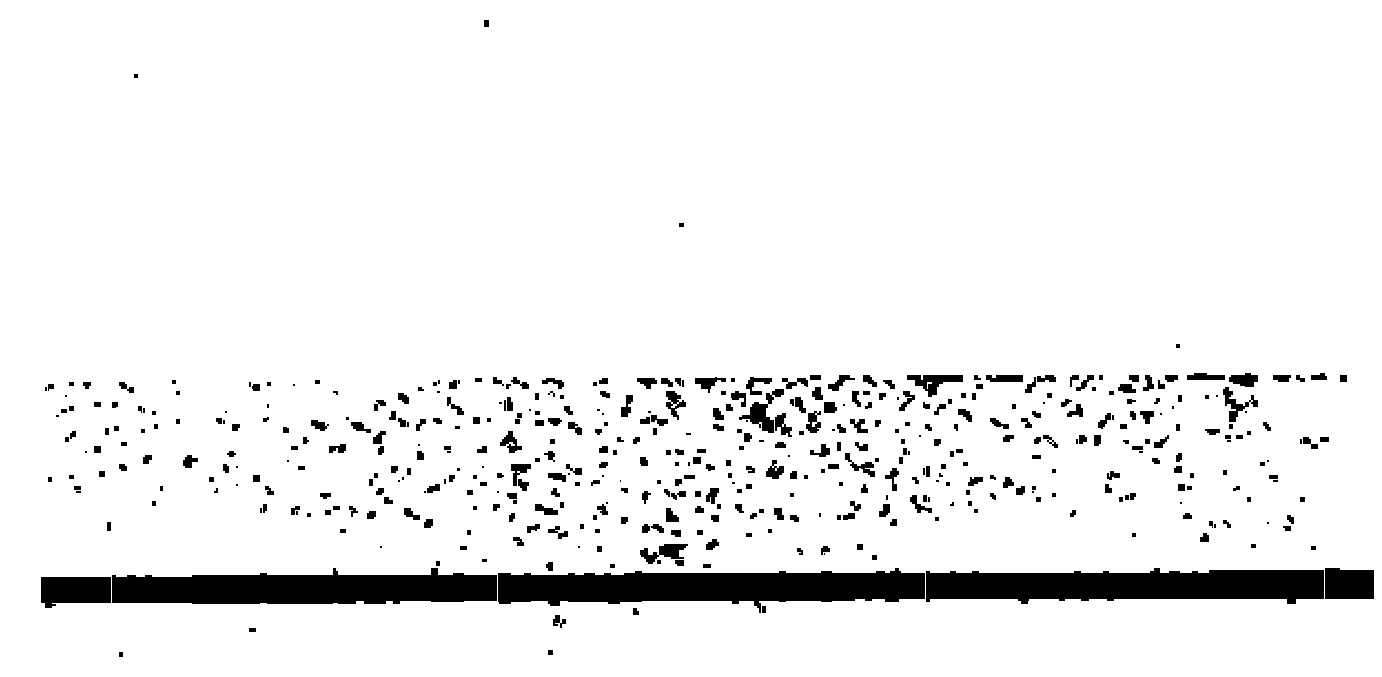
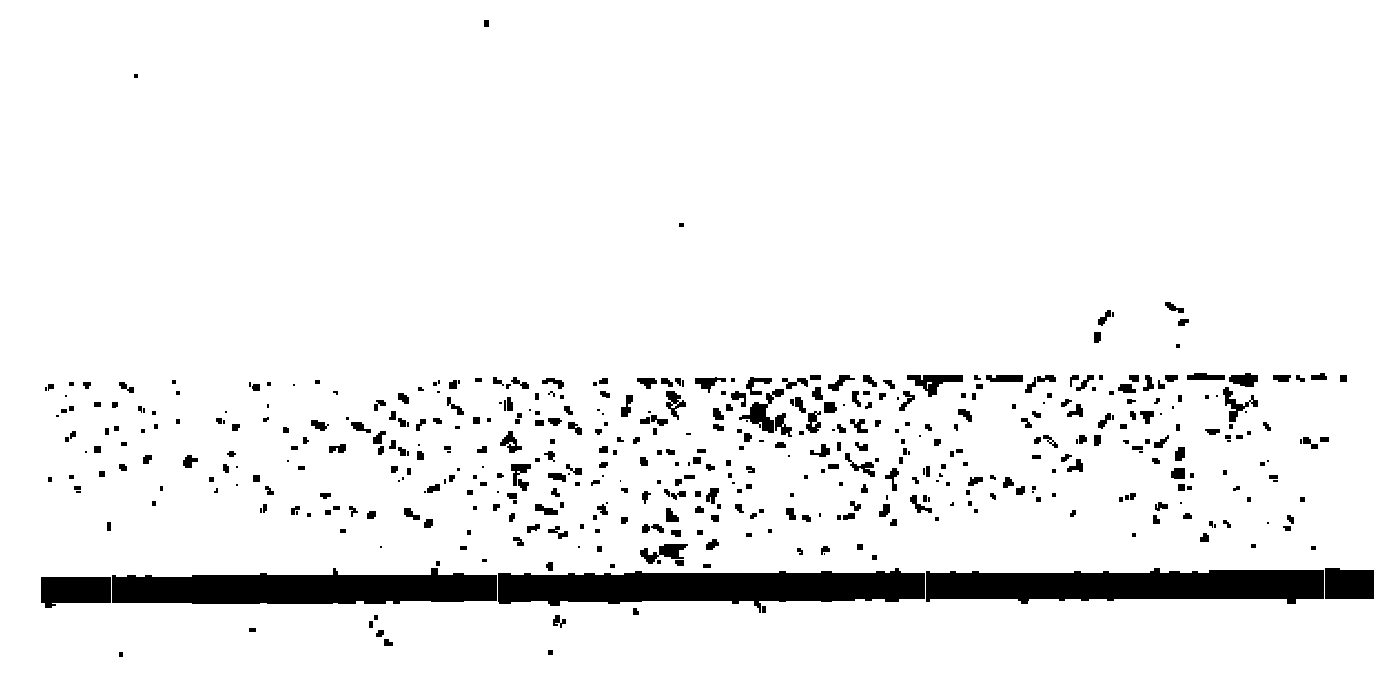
part at (1103, 326): none -> present
part at (937, 406): present -> none
part at (1001, 429) position: (1001, 429) -> (1176, 313)
part at (398, 447): none -> present
part at (674, 451) position: (674, 451) -> (665, 451)
part at (1071, 462): none -> present
part at (1177, 462) size: 8x20 px -> 14x32 px
part at (781, 469): present -> none
part at (1112, 481) position: (1112, 481) -> (1160, 512)
part at (380, 488) position: (380, 488) -> (380, 630)
part at (786, 514) position: (786, 514) -> (798, 514)
